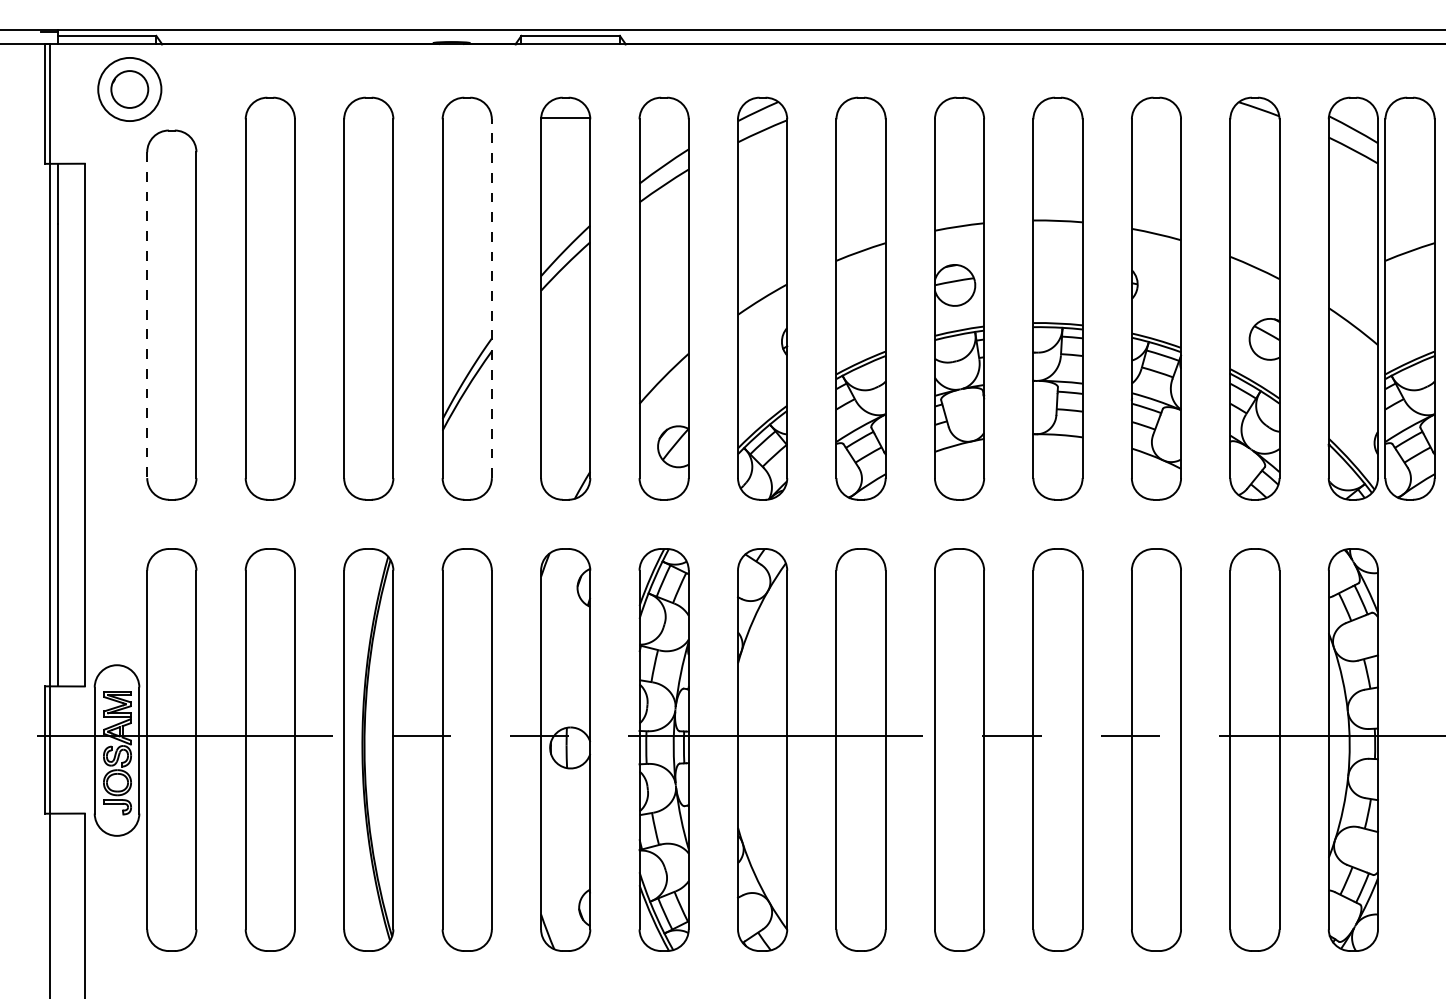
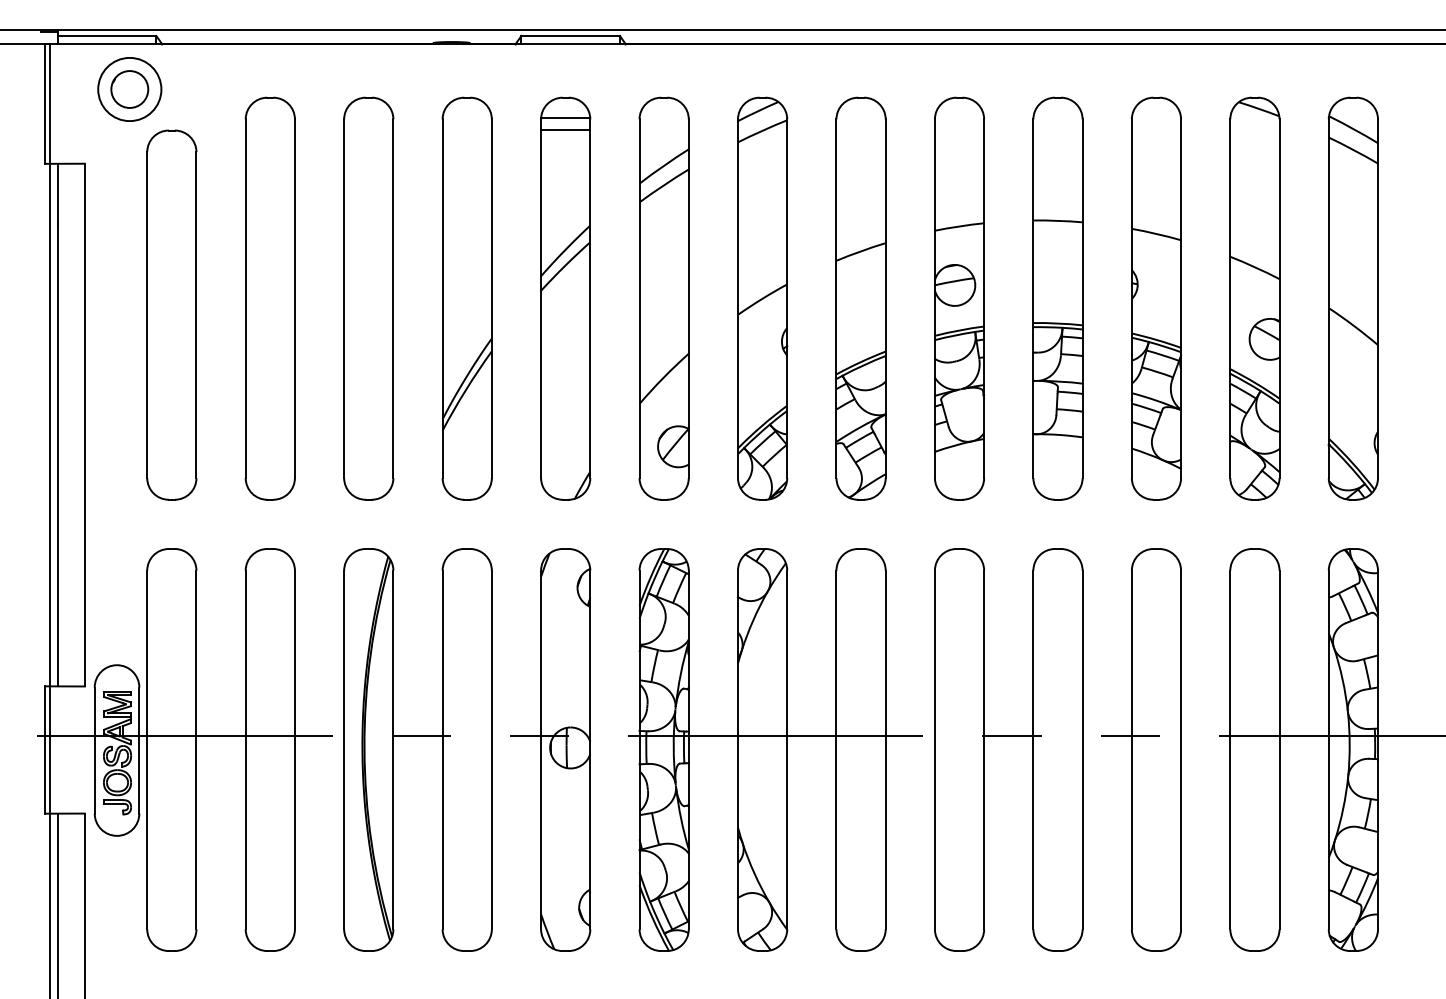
line at (565, 130): none -> present
line at (491, 298): dashed -> solid
part at (1409, 298): present -> none
line at (147, 315): dashed -> solid
line at (57, 904): none -> present
